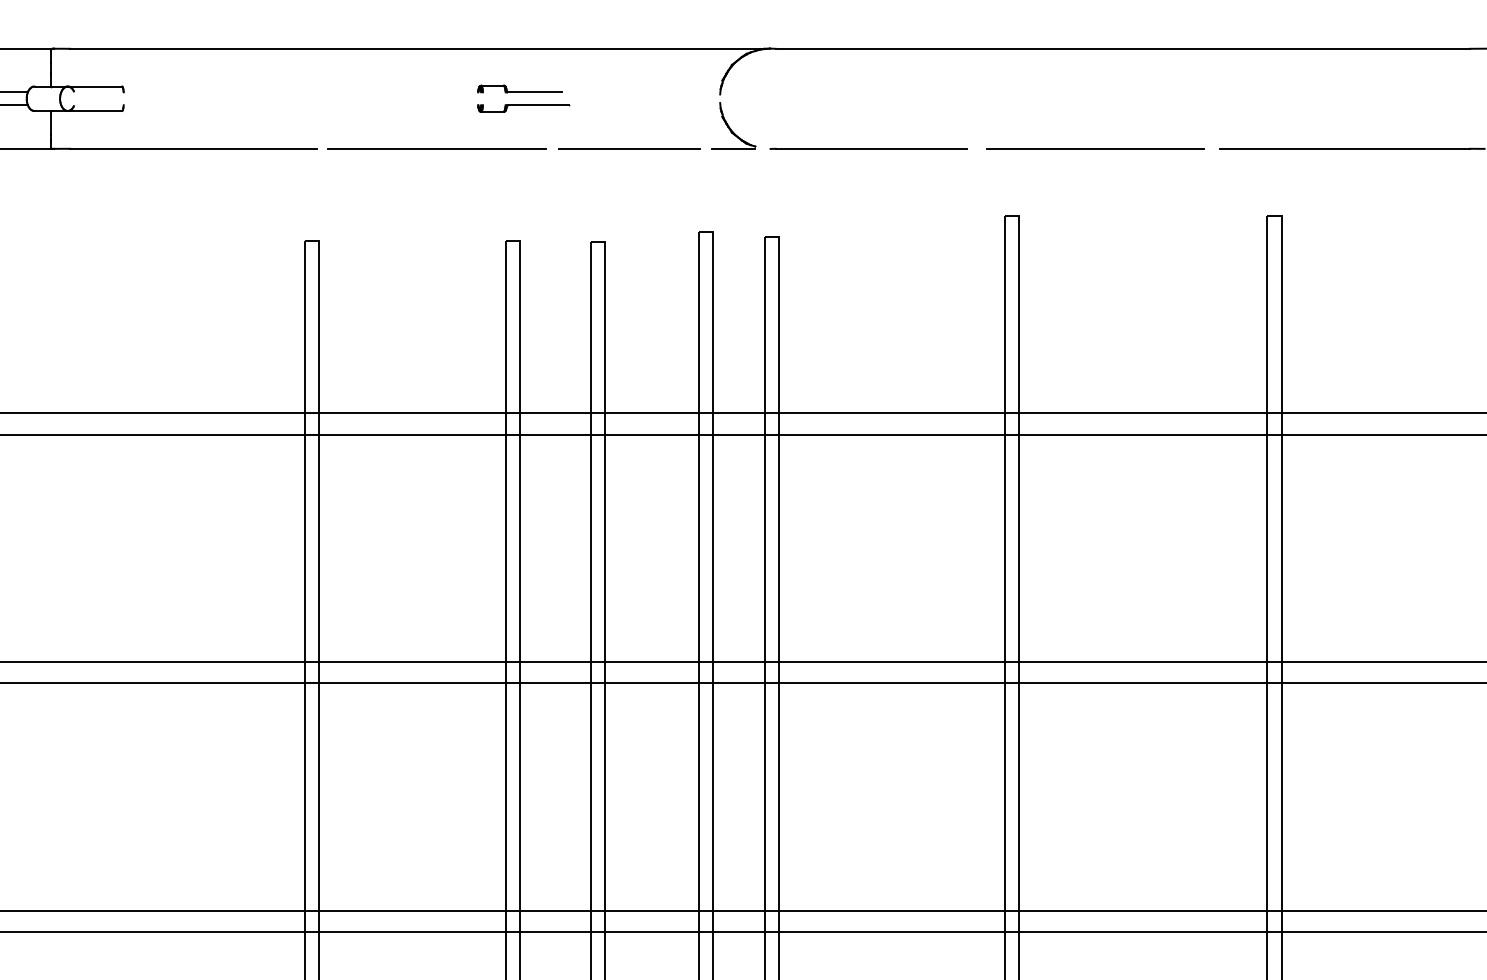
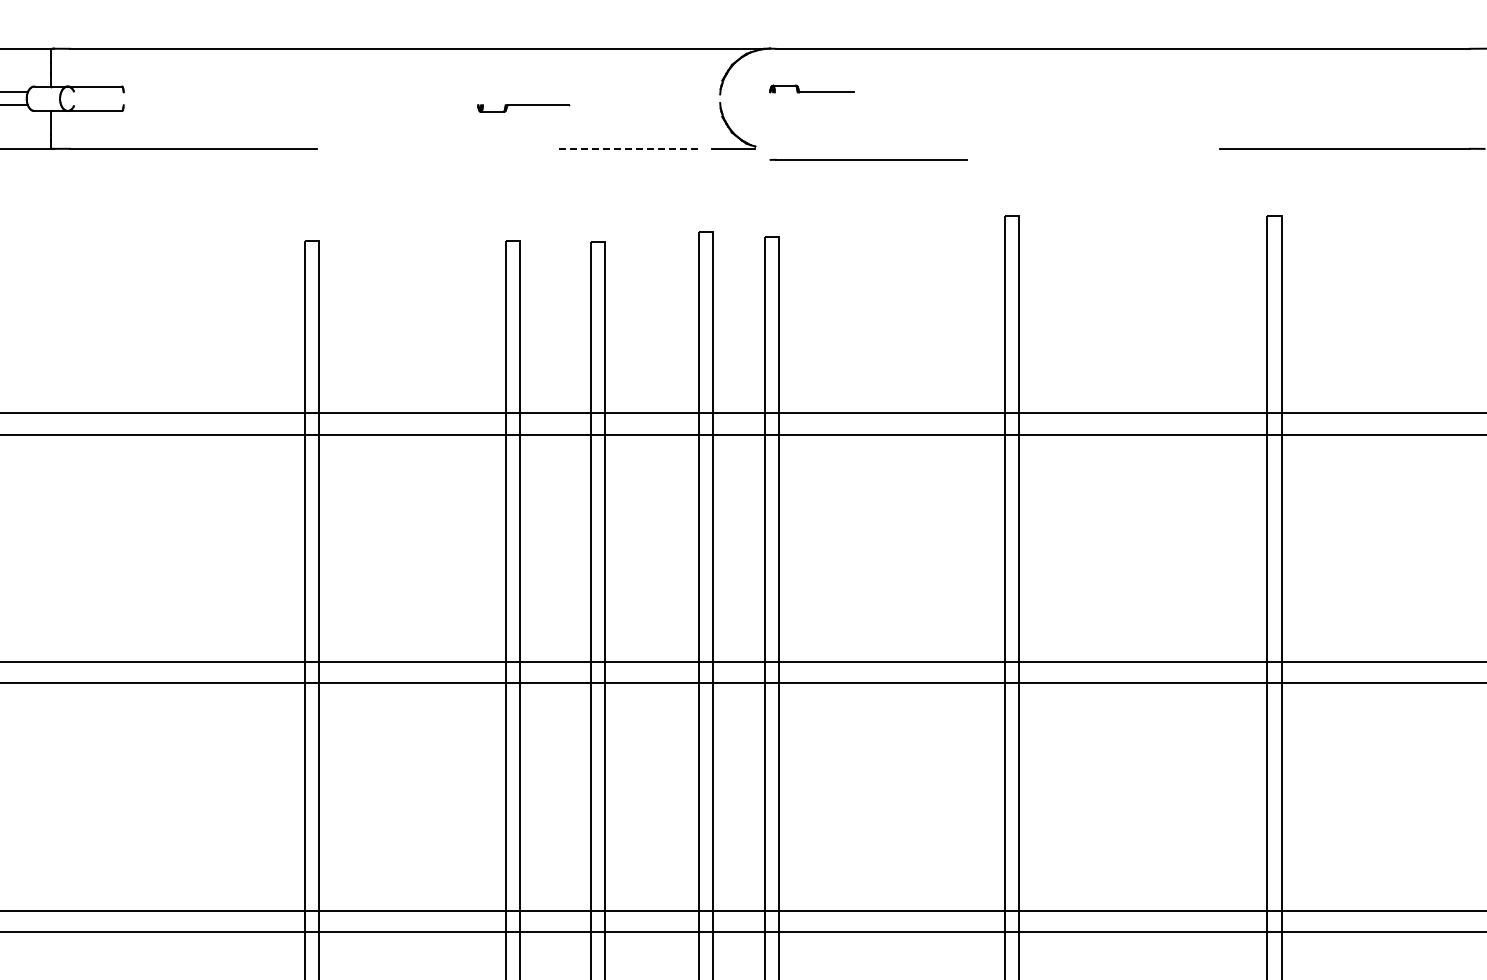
part at (519, 88) position: (519, 88) -> (811, 88)
line at (436, 148): present -> none
line at (629, 148): solid -> dashed
line at (868, 148) position: (868, 148) -> (868, 159)
line at (1095, 148): present -> none
